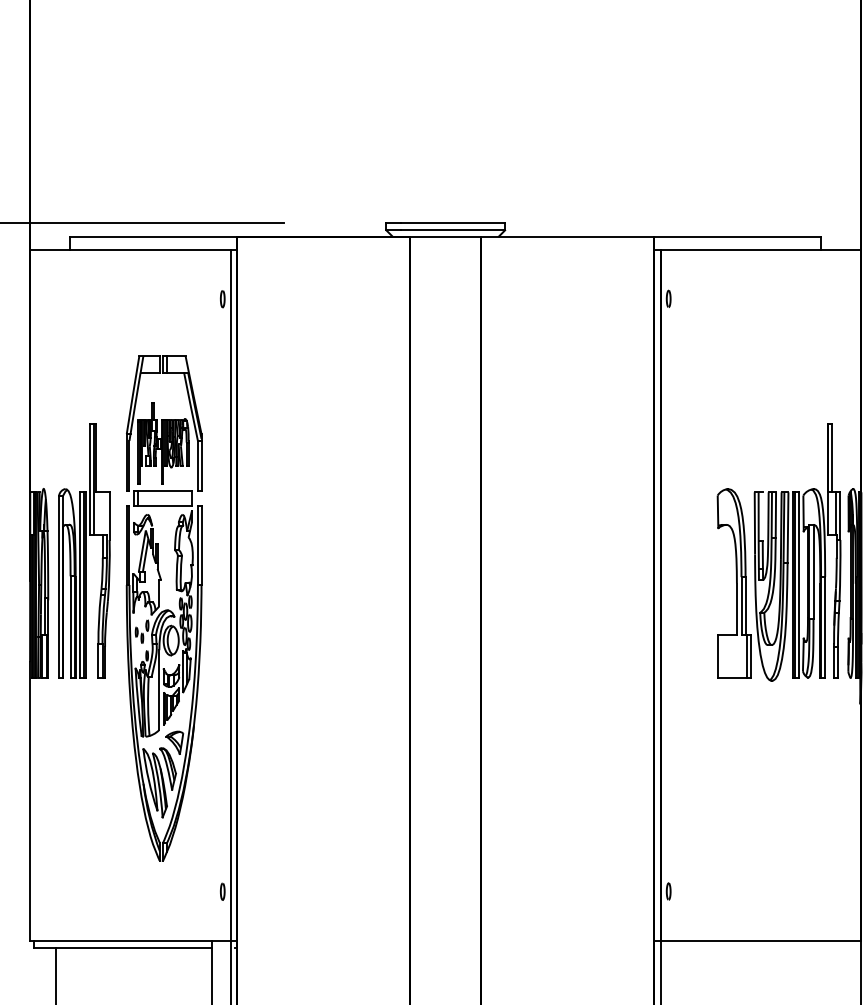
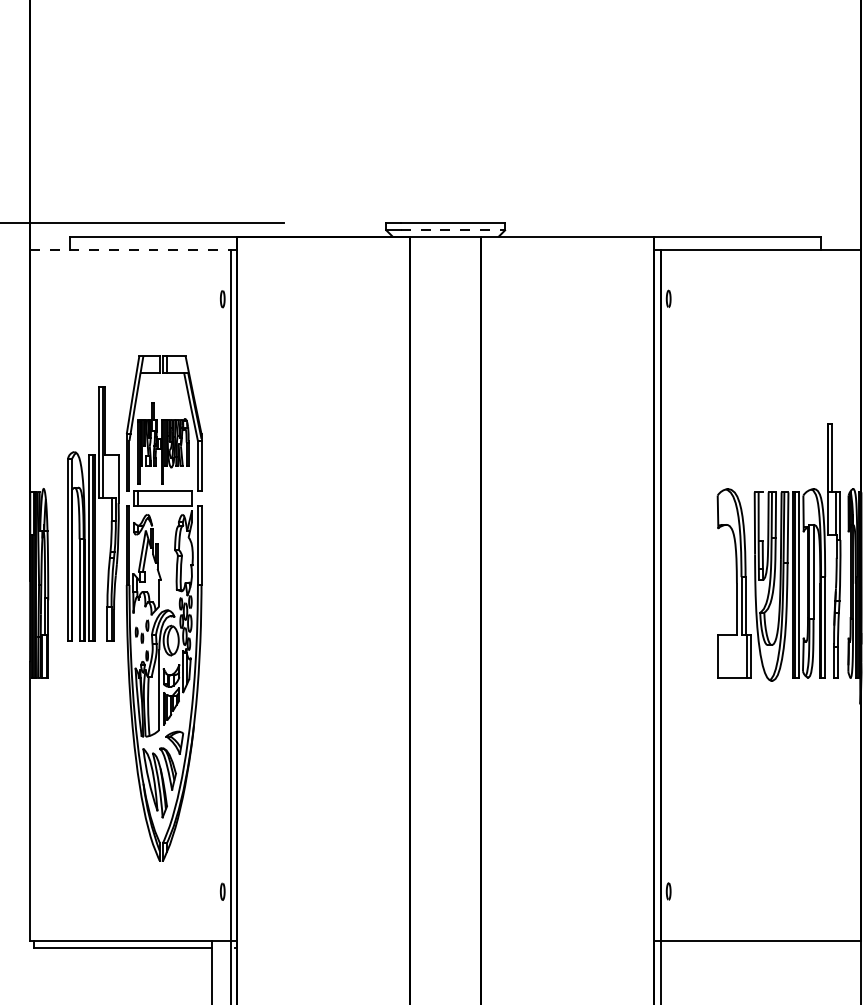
line at (453, 230): solid -> dashed
line at (130, 249): solid -> dashed
part at (84, 550) position: (84, 550) -> (93, 513)
line at (56, 974): present -> none
